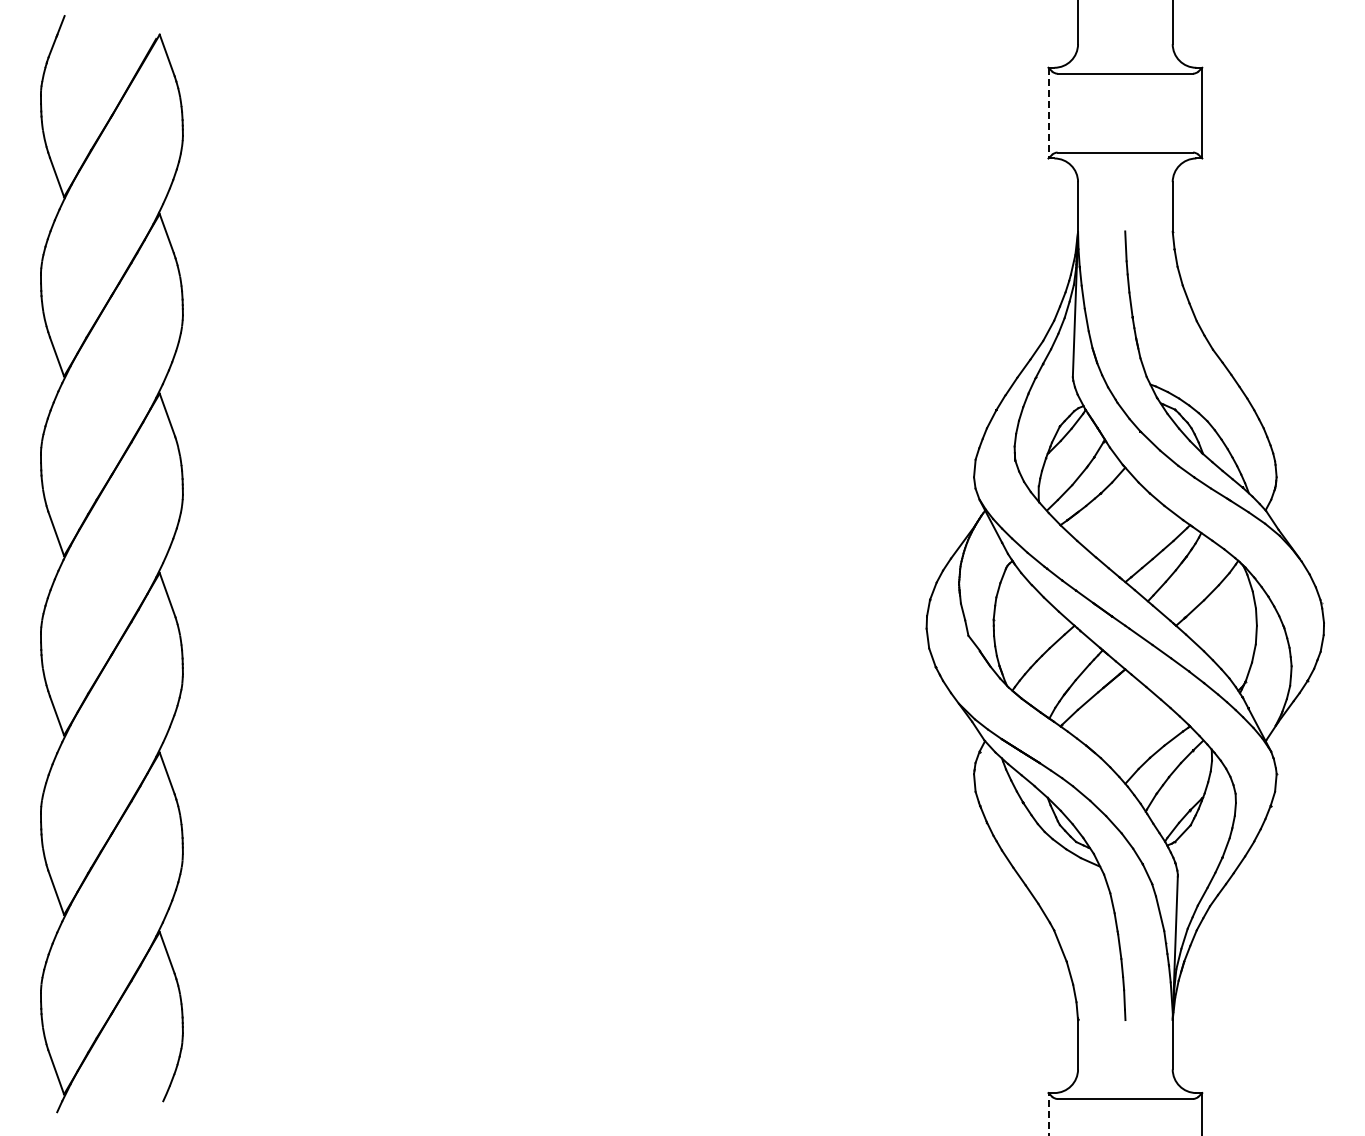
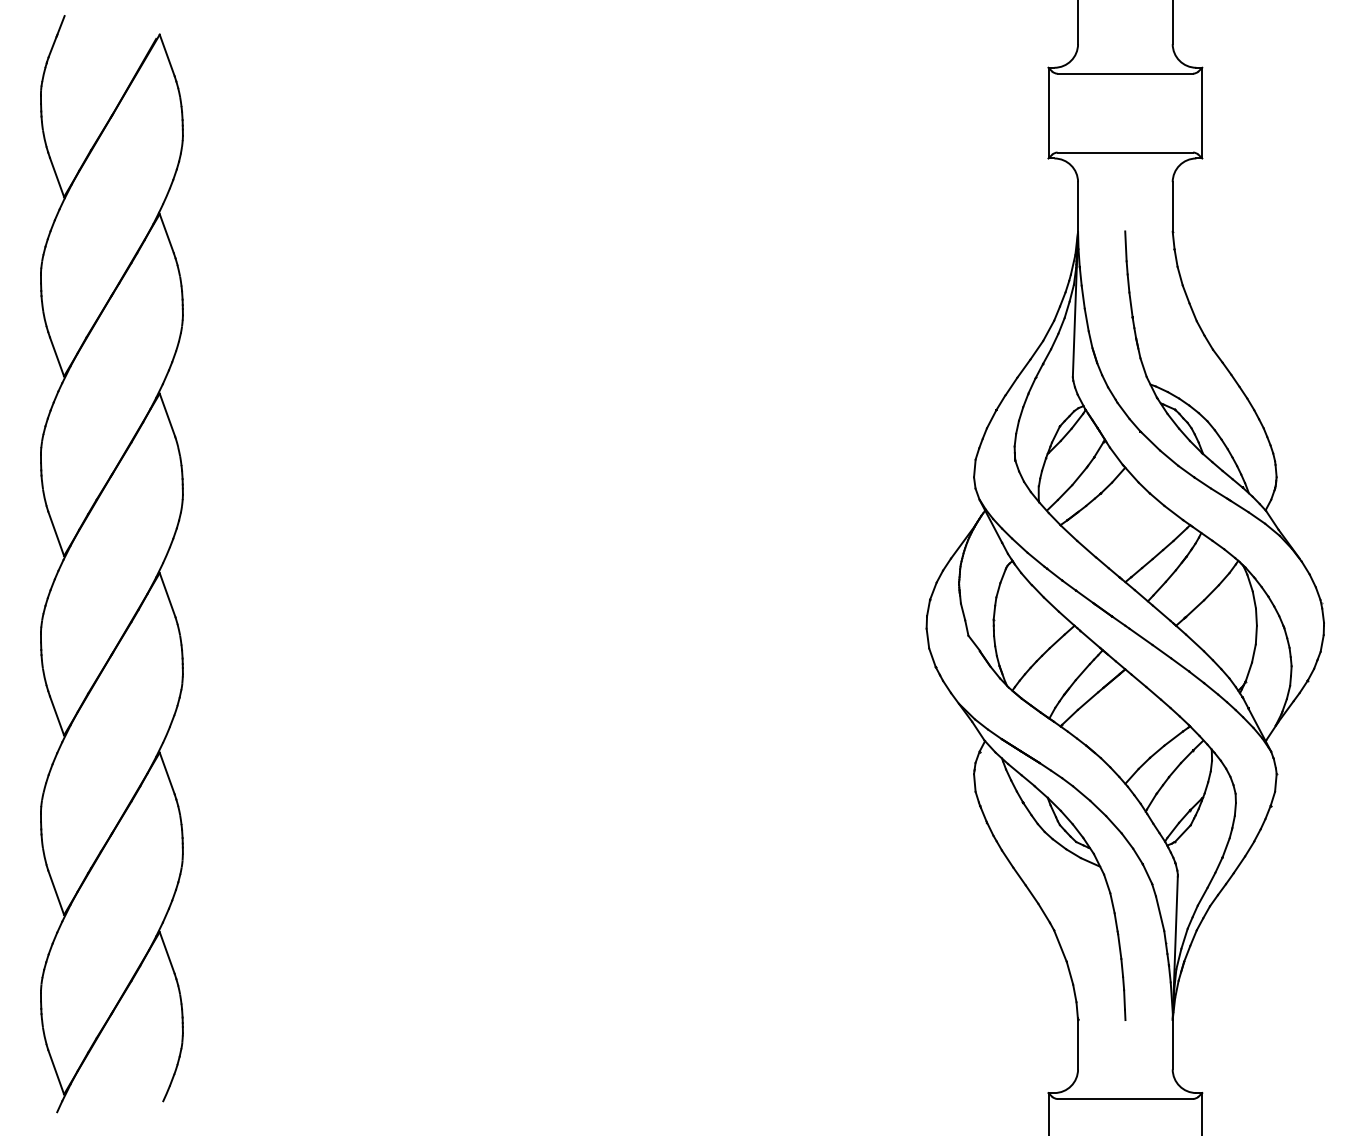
line at (1048, 113): dashed -> solid
line at (1048, 1113): dashed -> solid
